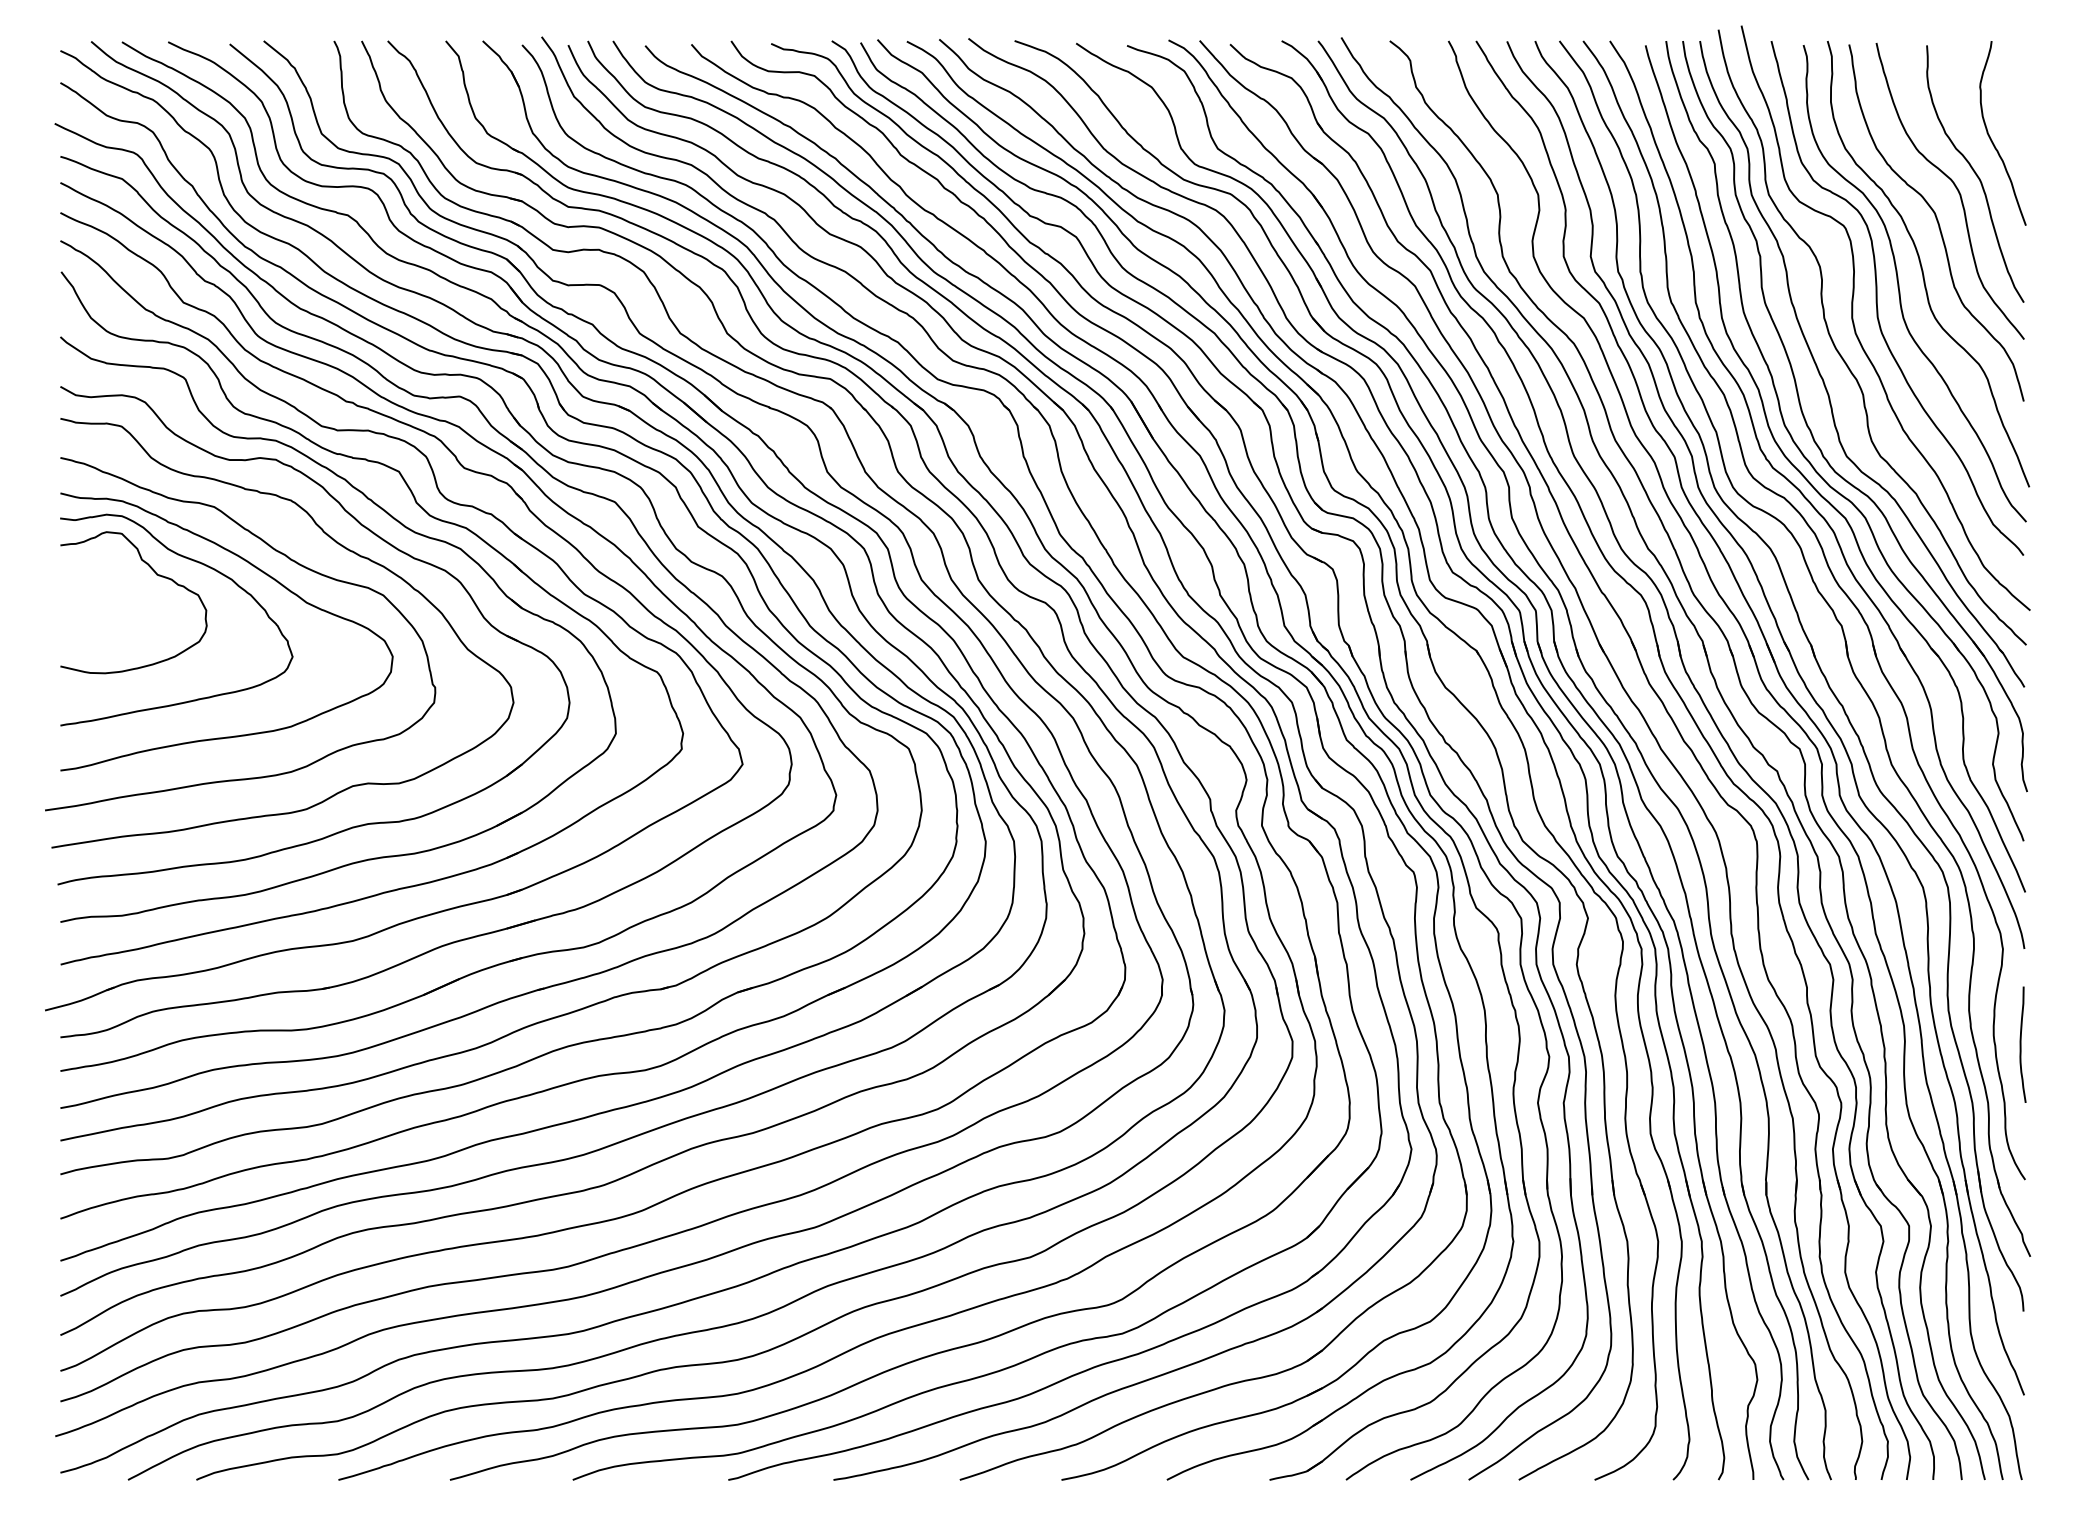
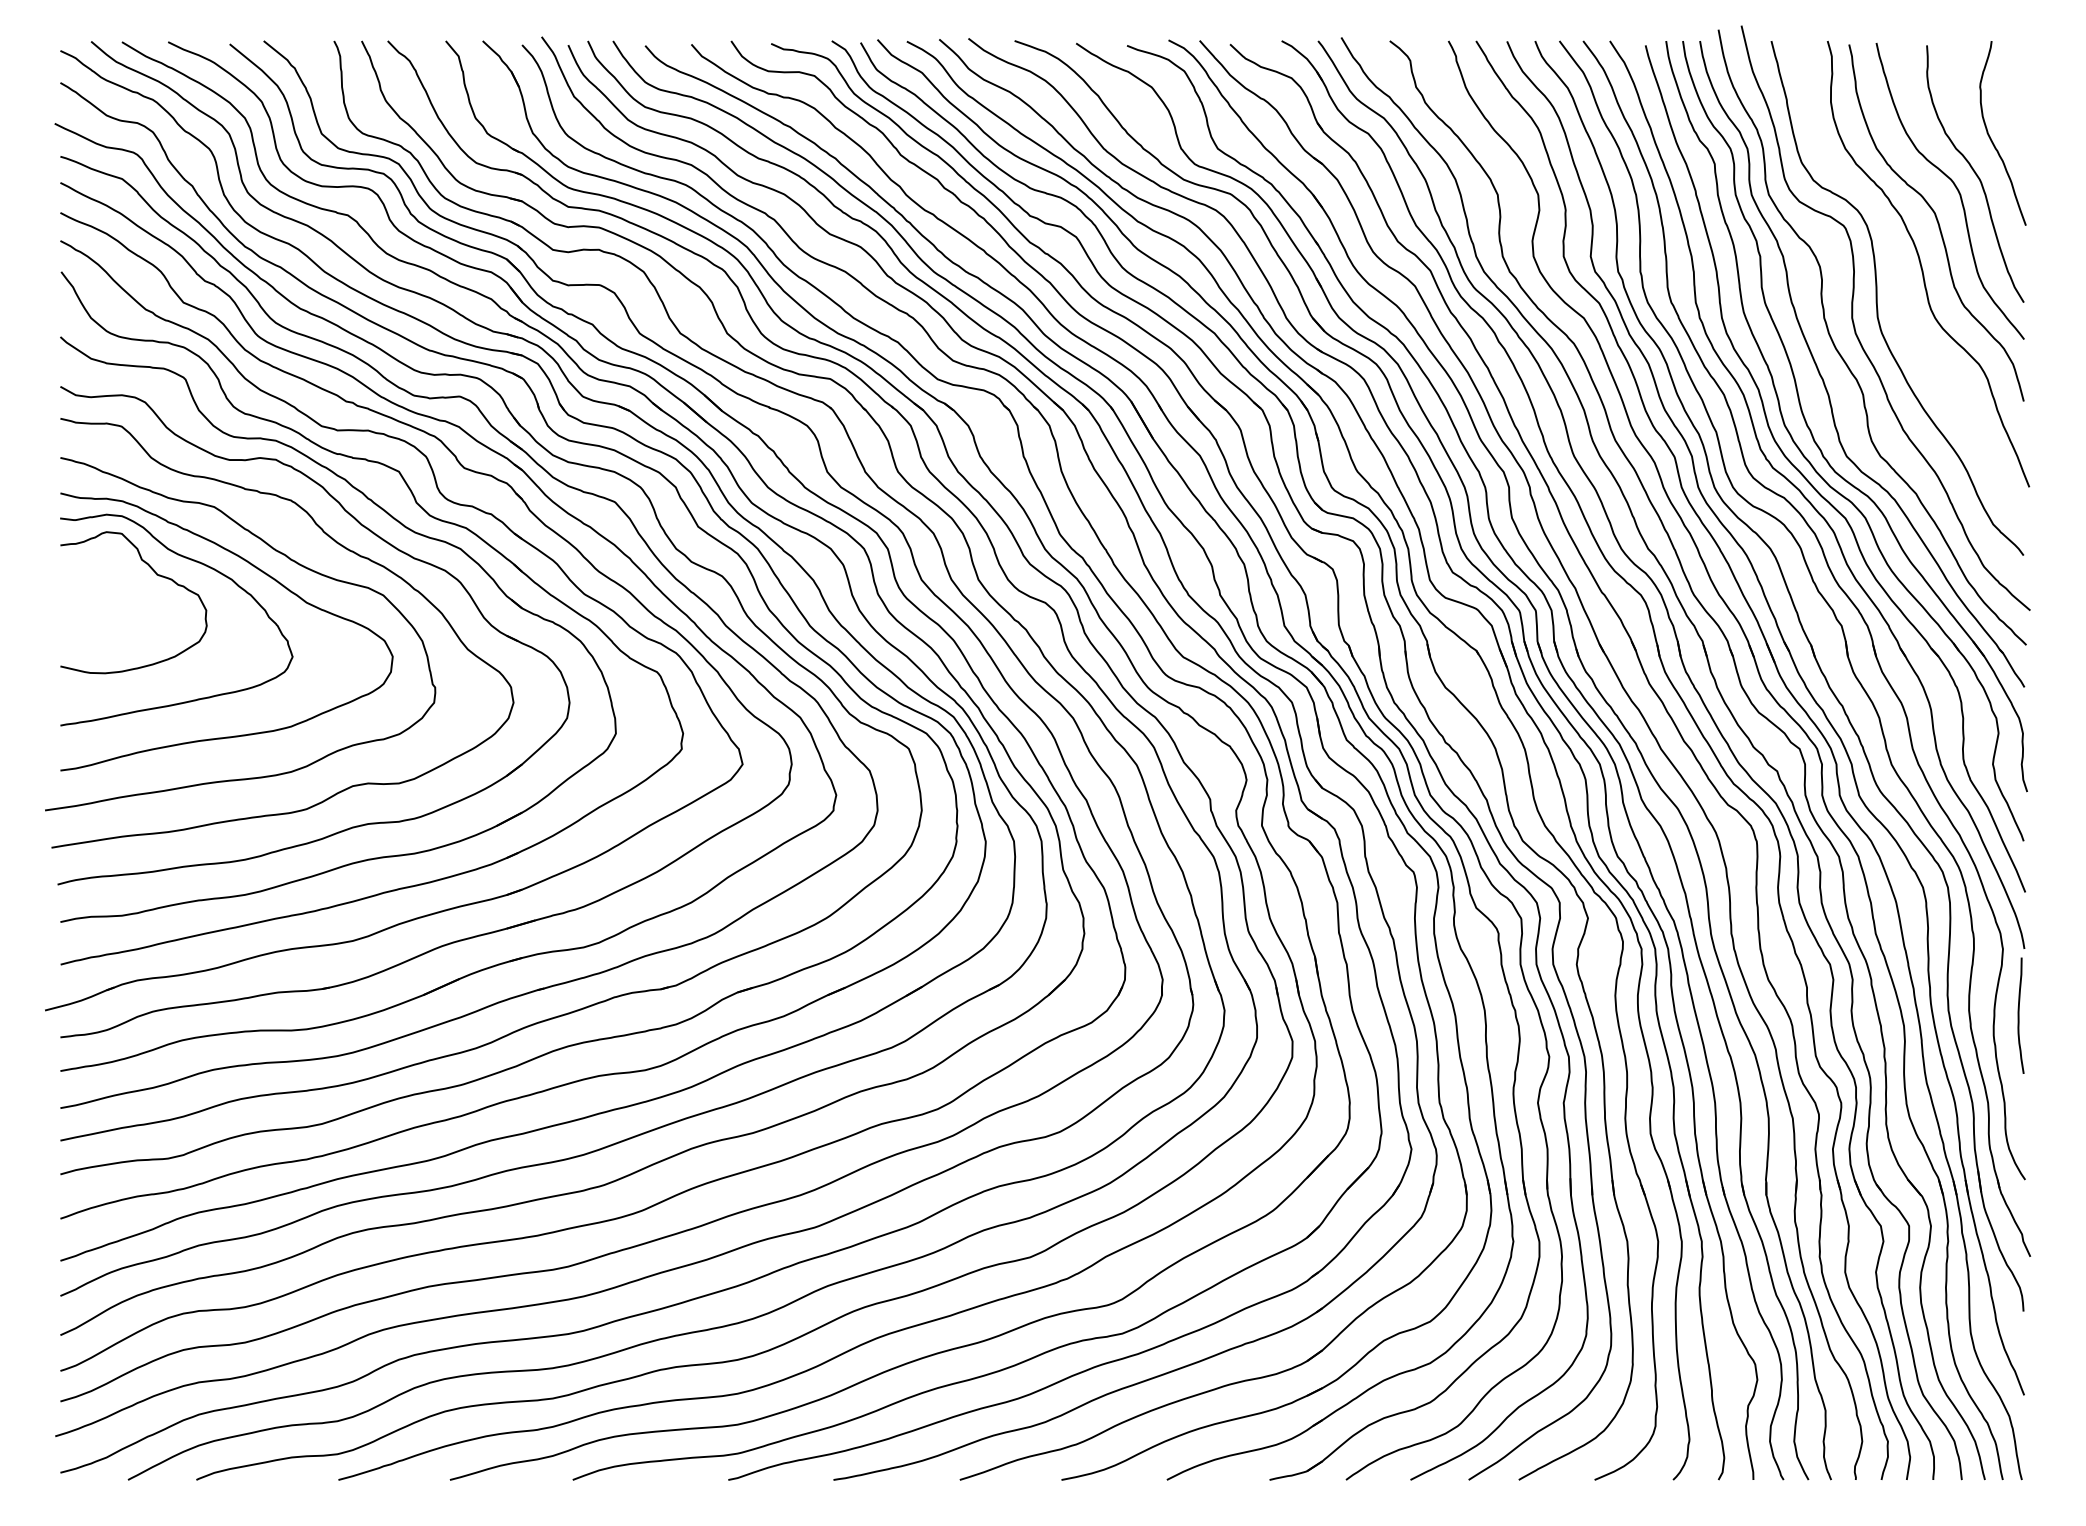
curve at (1899, 283): present -> none
curve at (2021, 1044) position: (2021, 1044) -> (2019, 1015)
